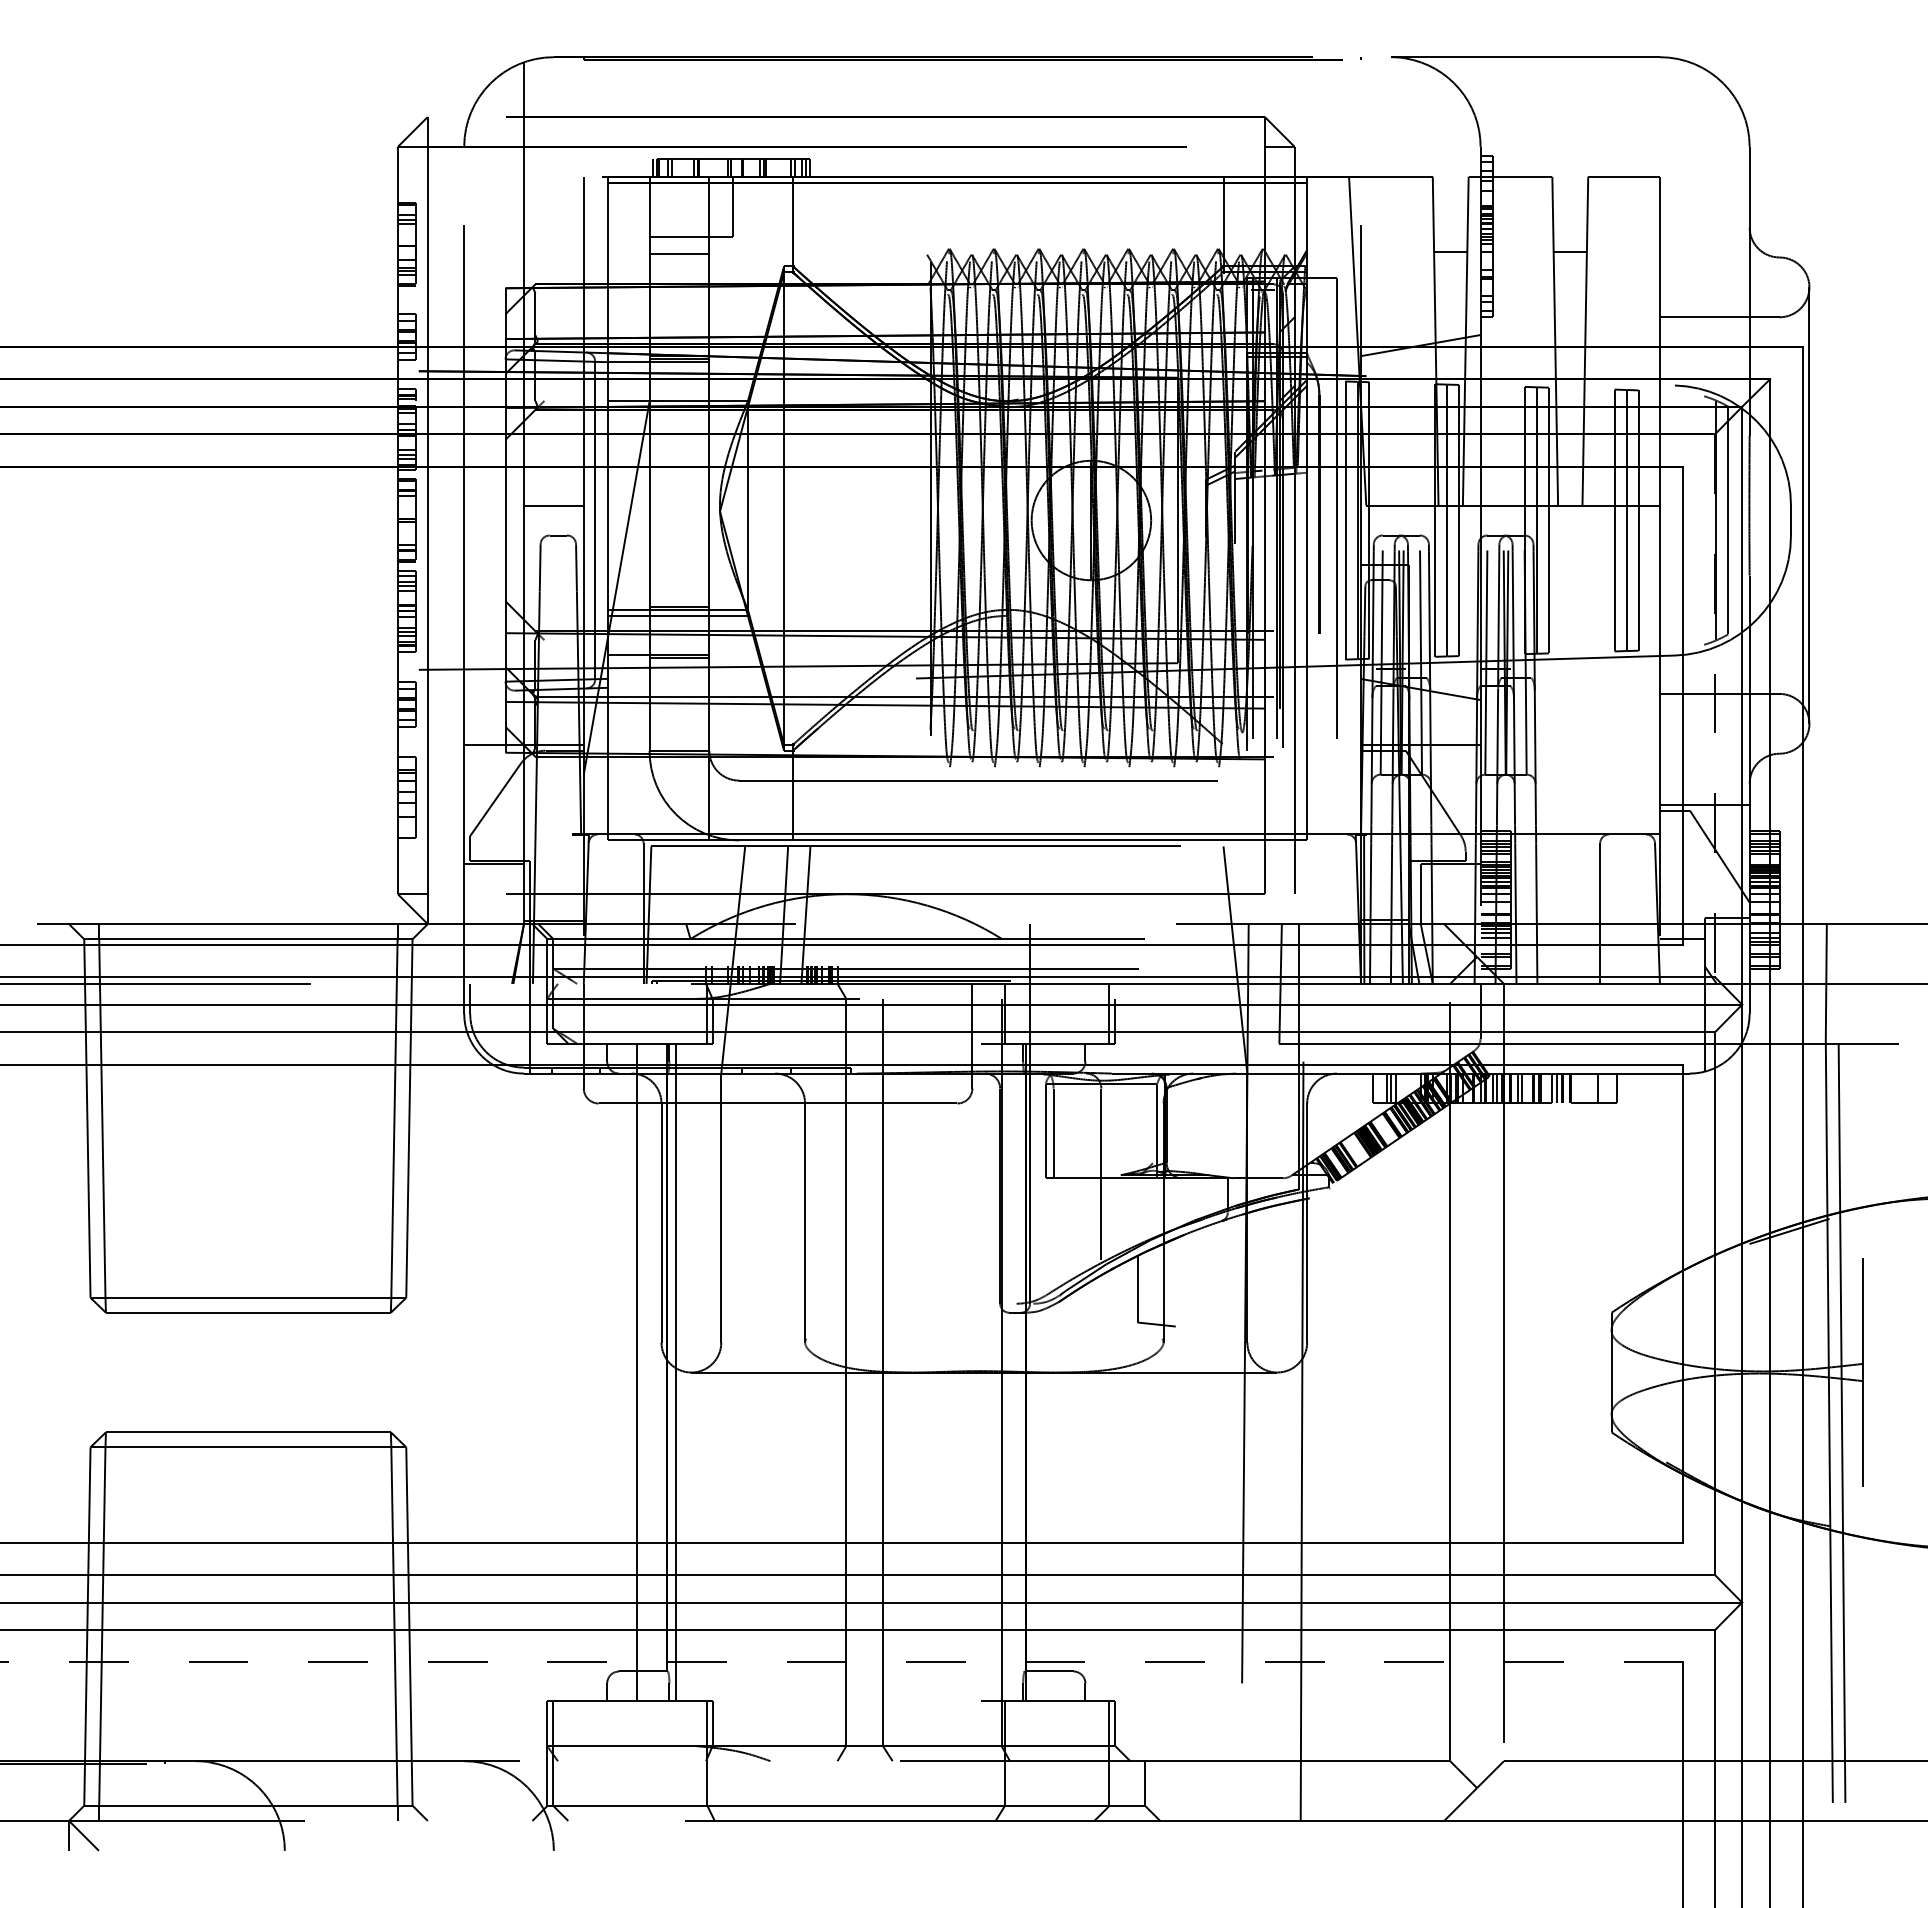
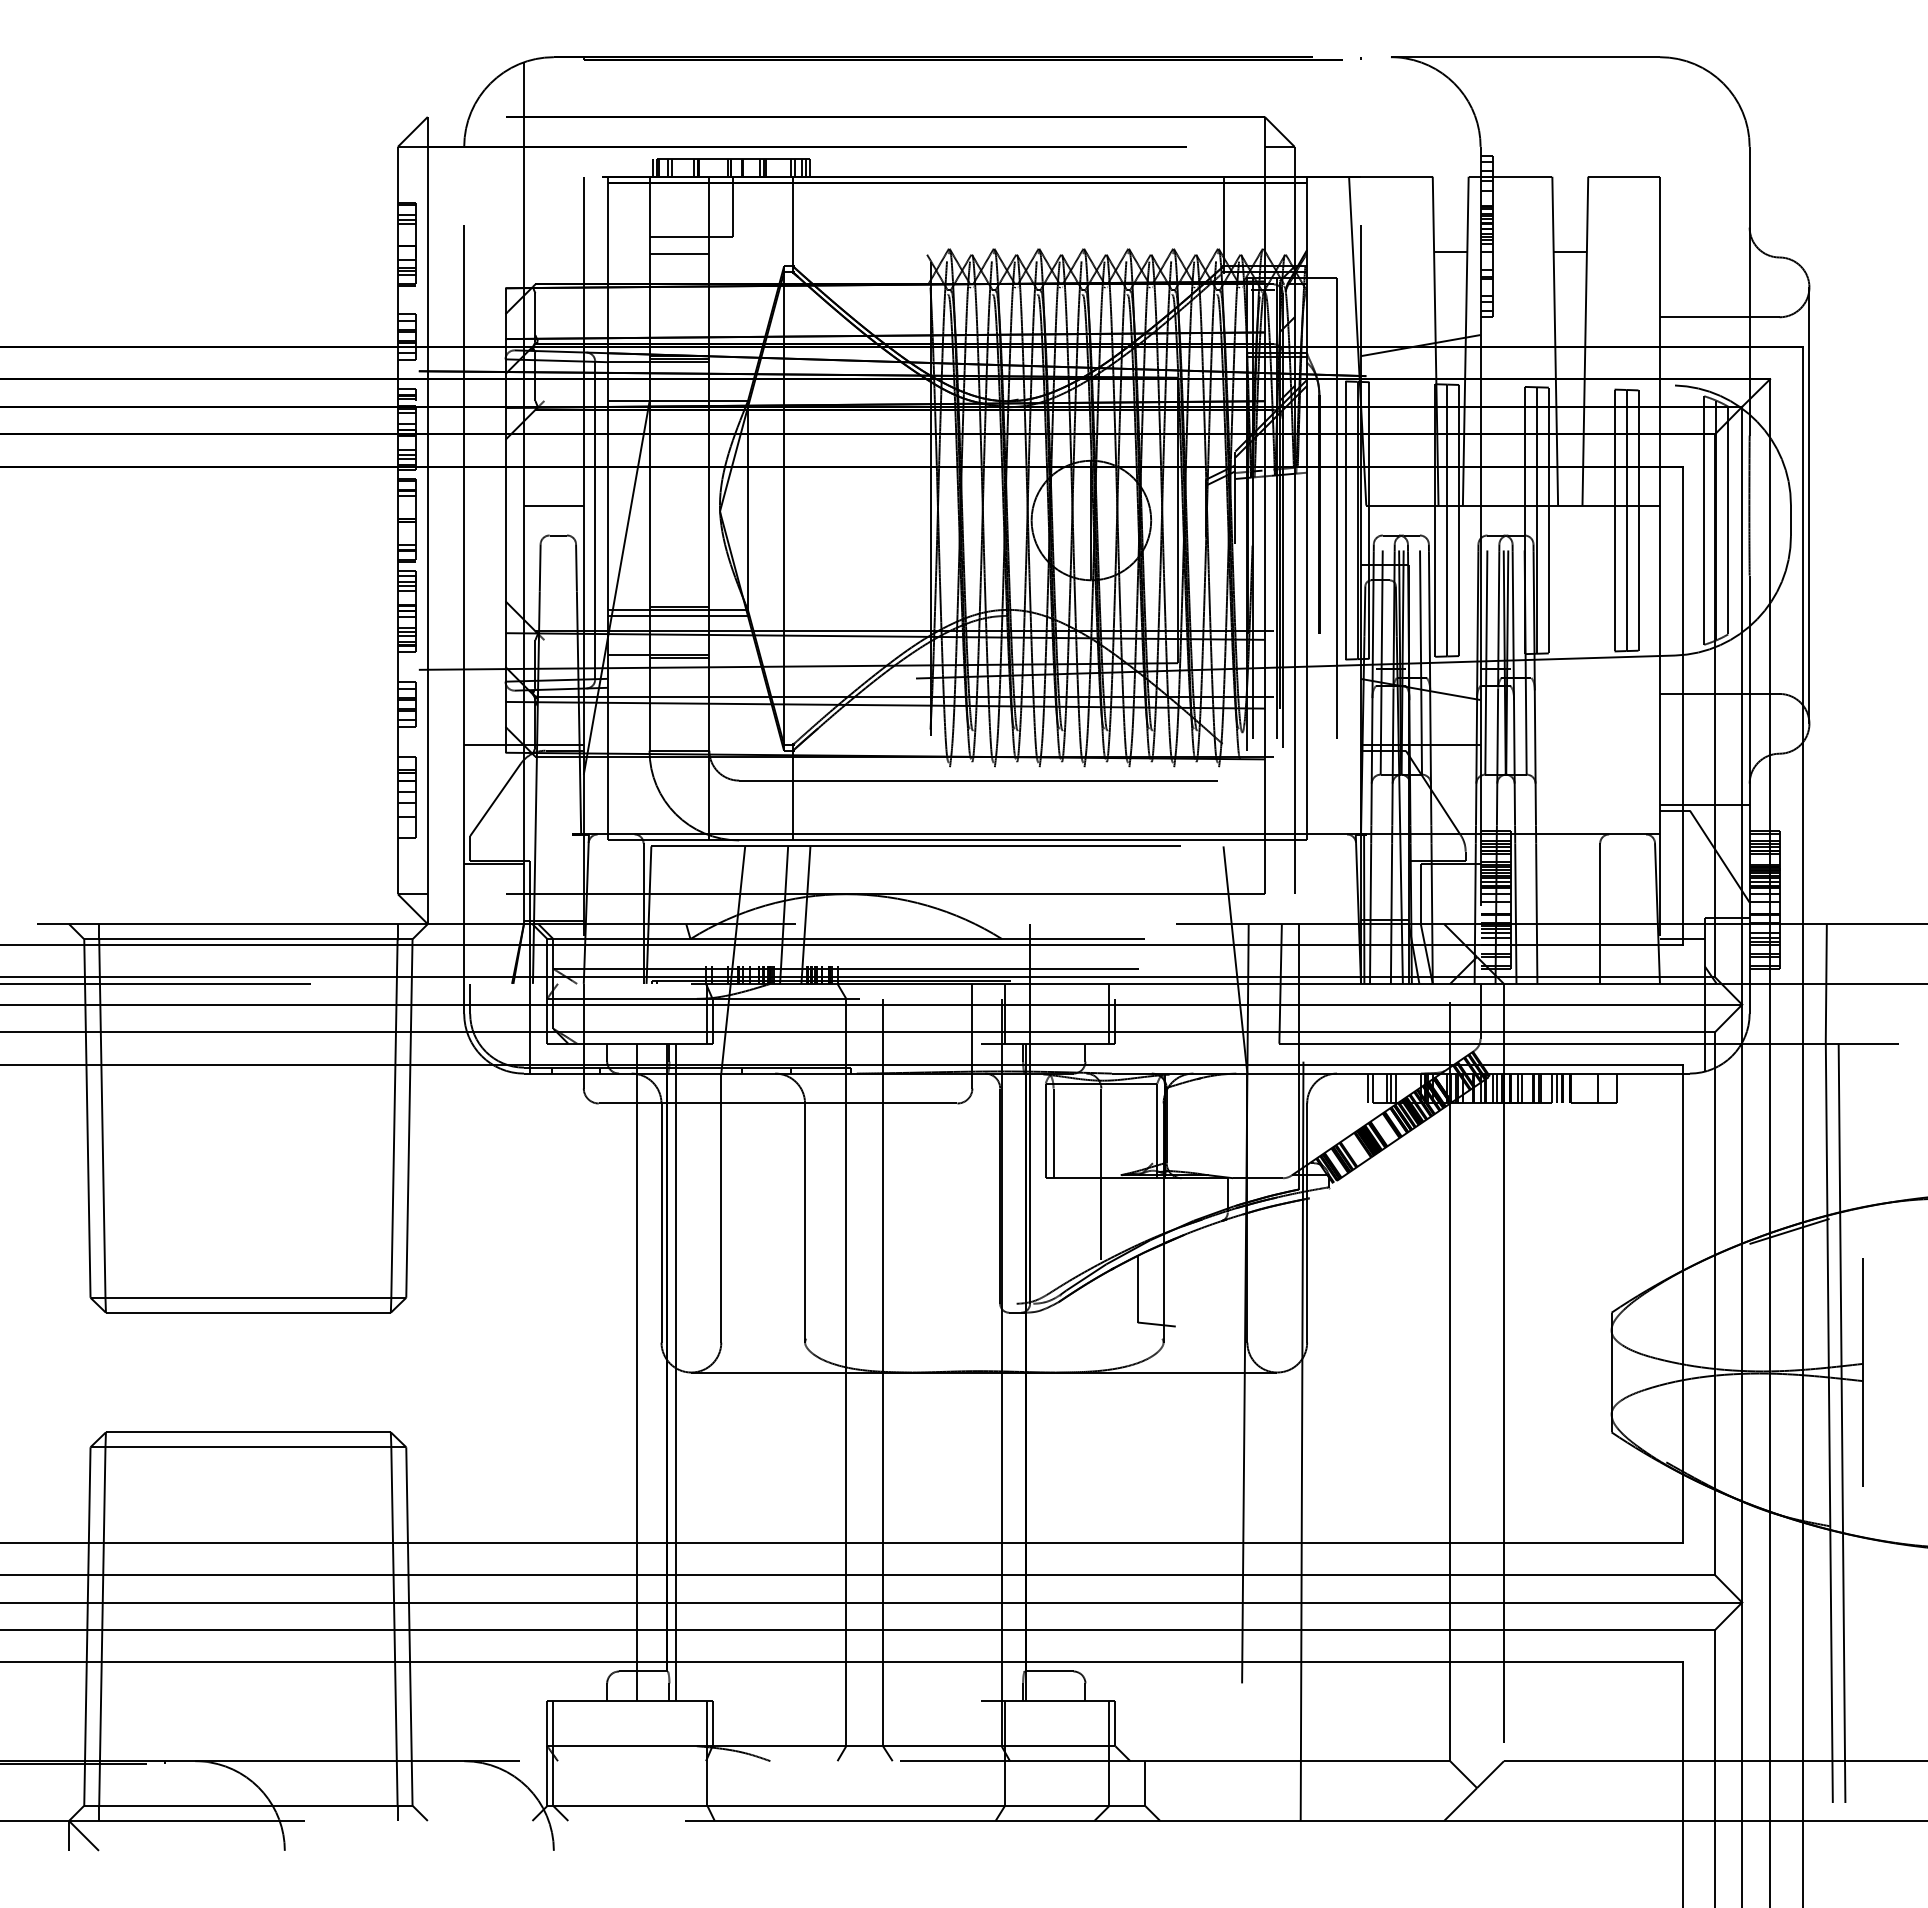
line at (1704, 520): none -> present
line at (1714, 706): dashed -> solid
line at (1368, 1088): none -> present
line at (841, 1662): dashed -> solid
